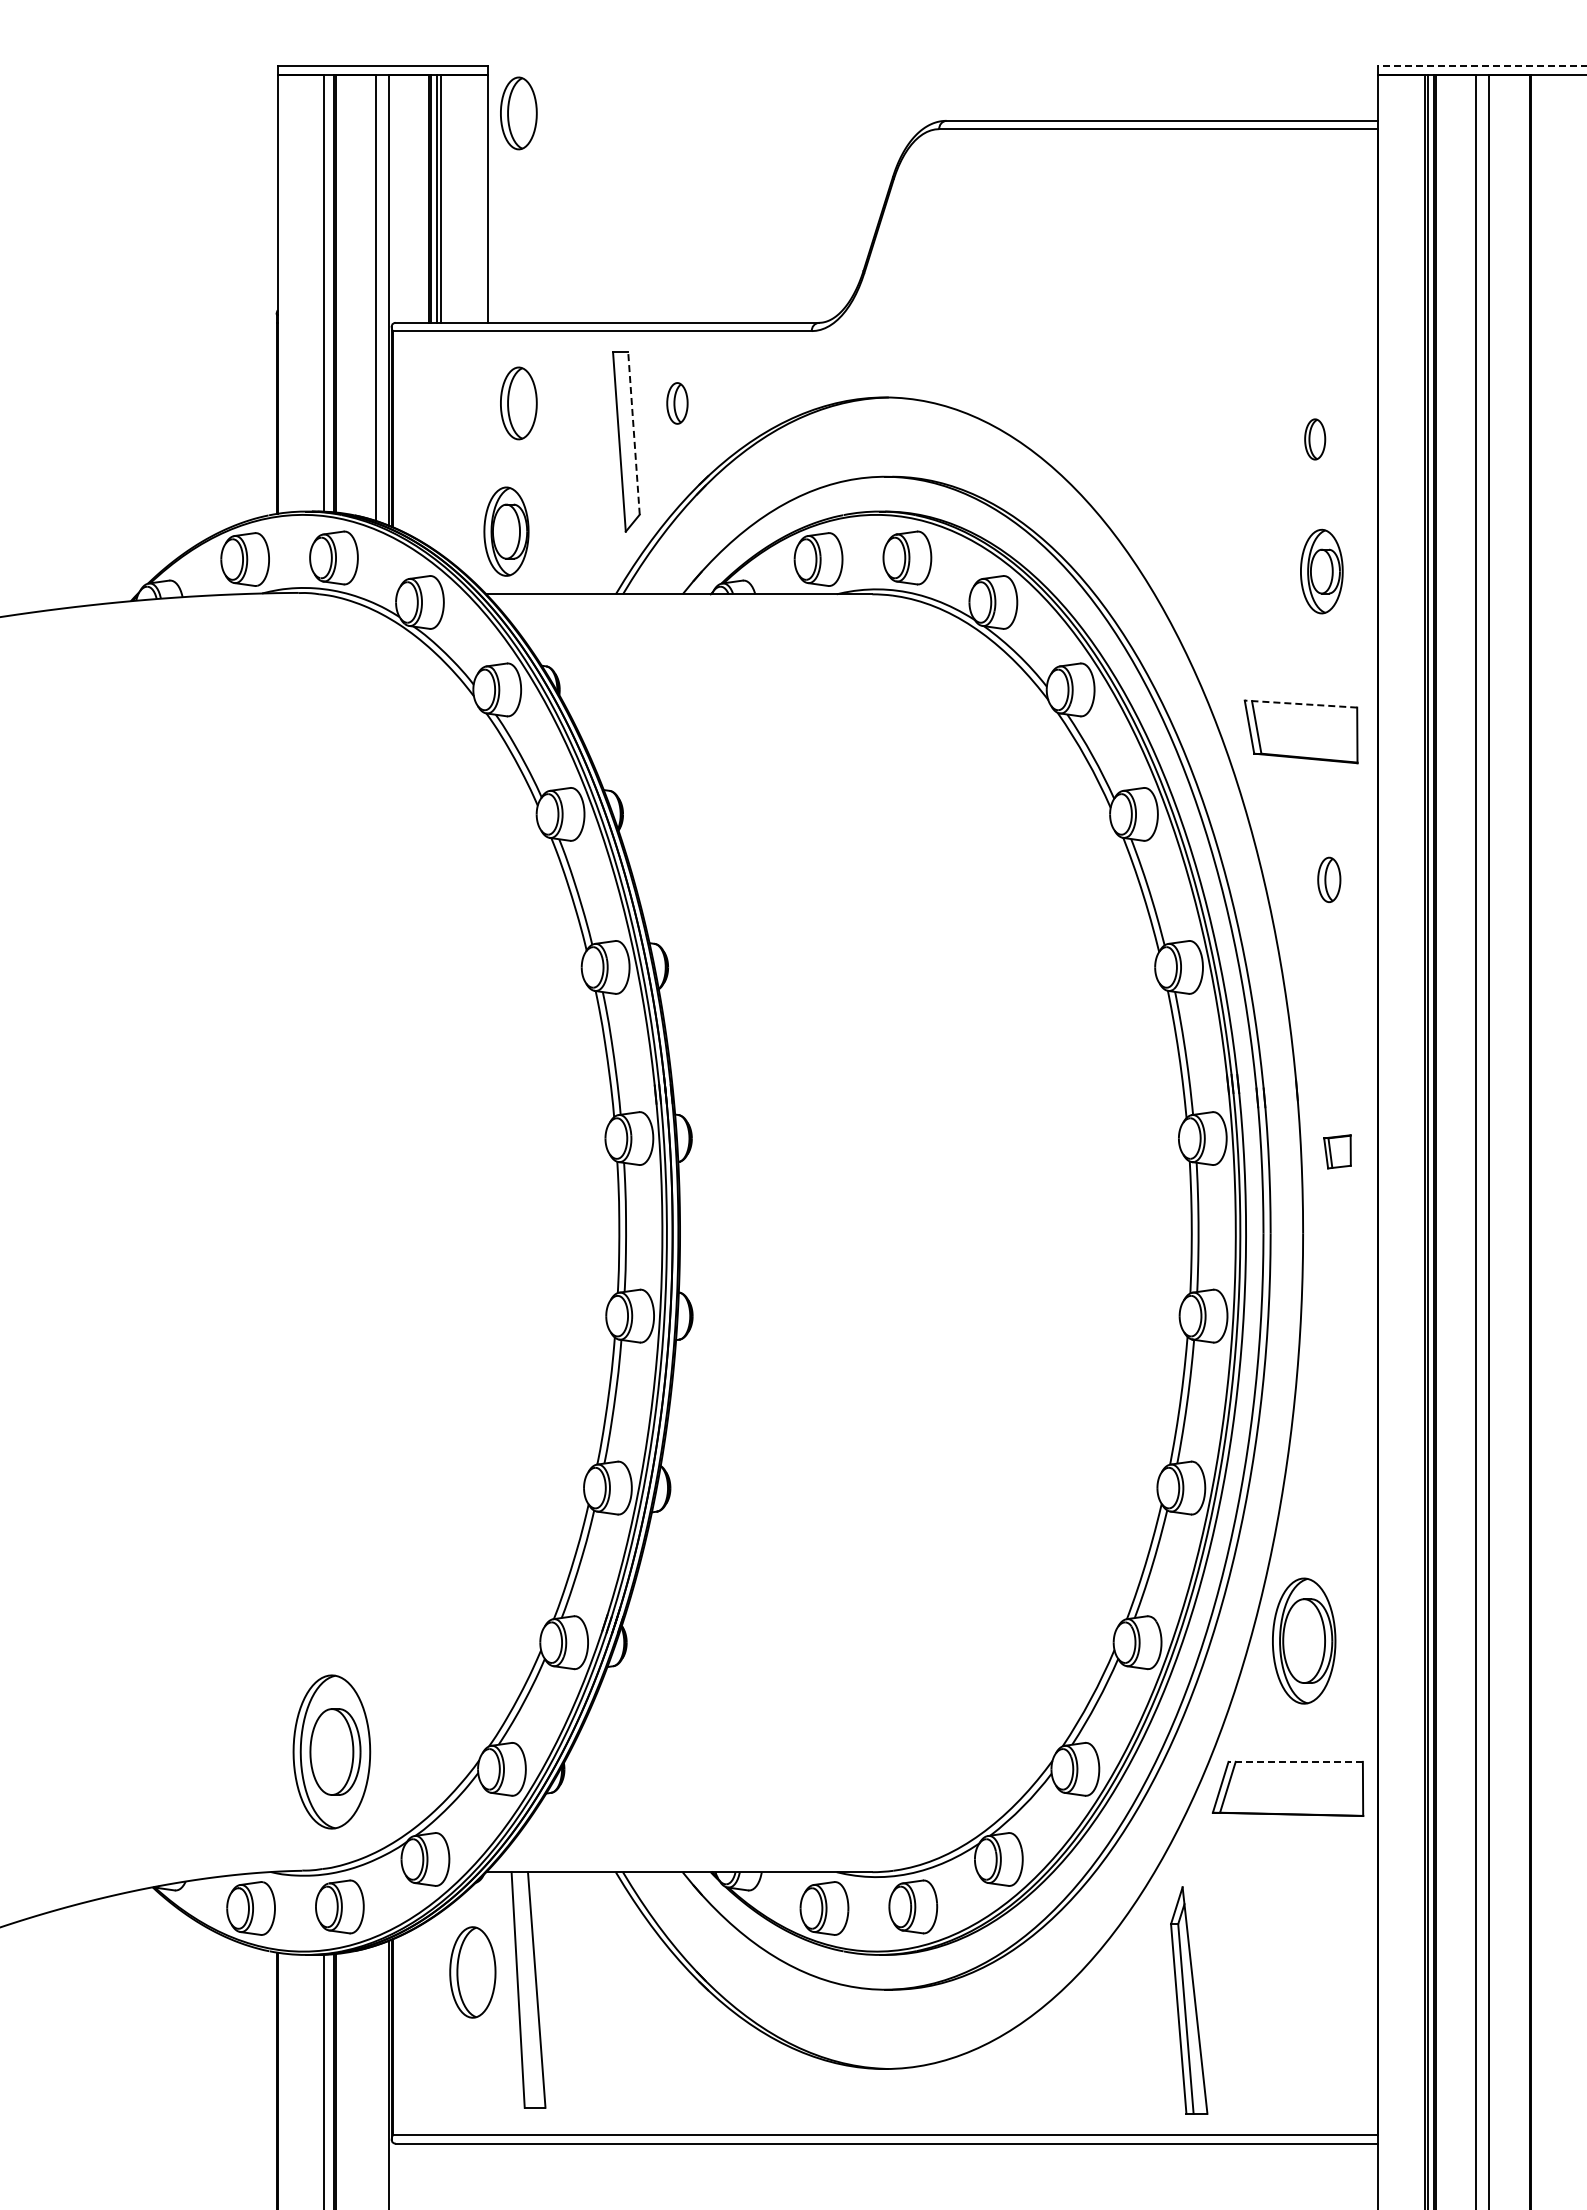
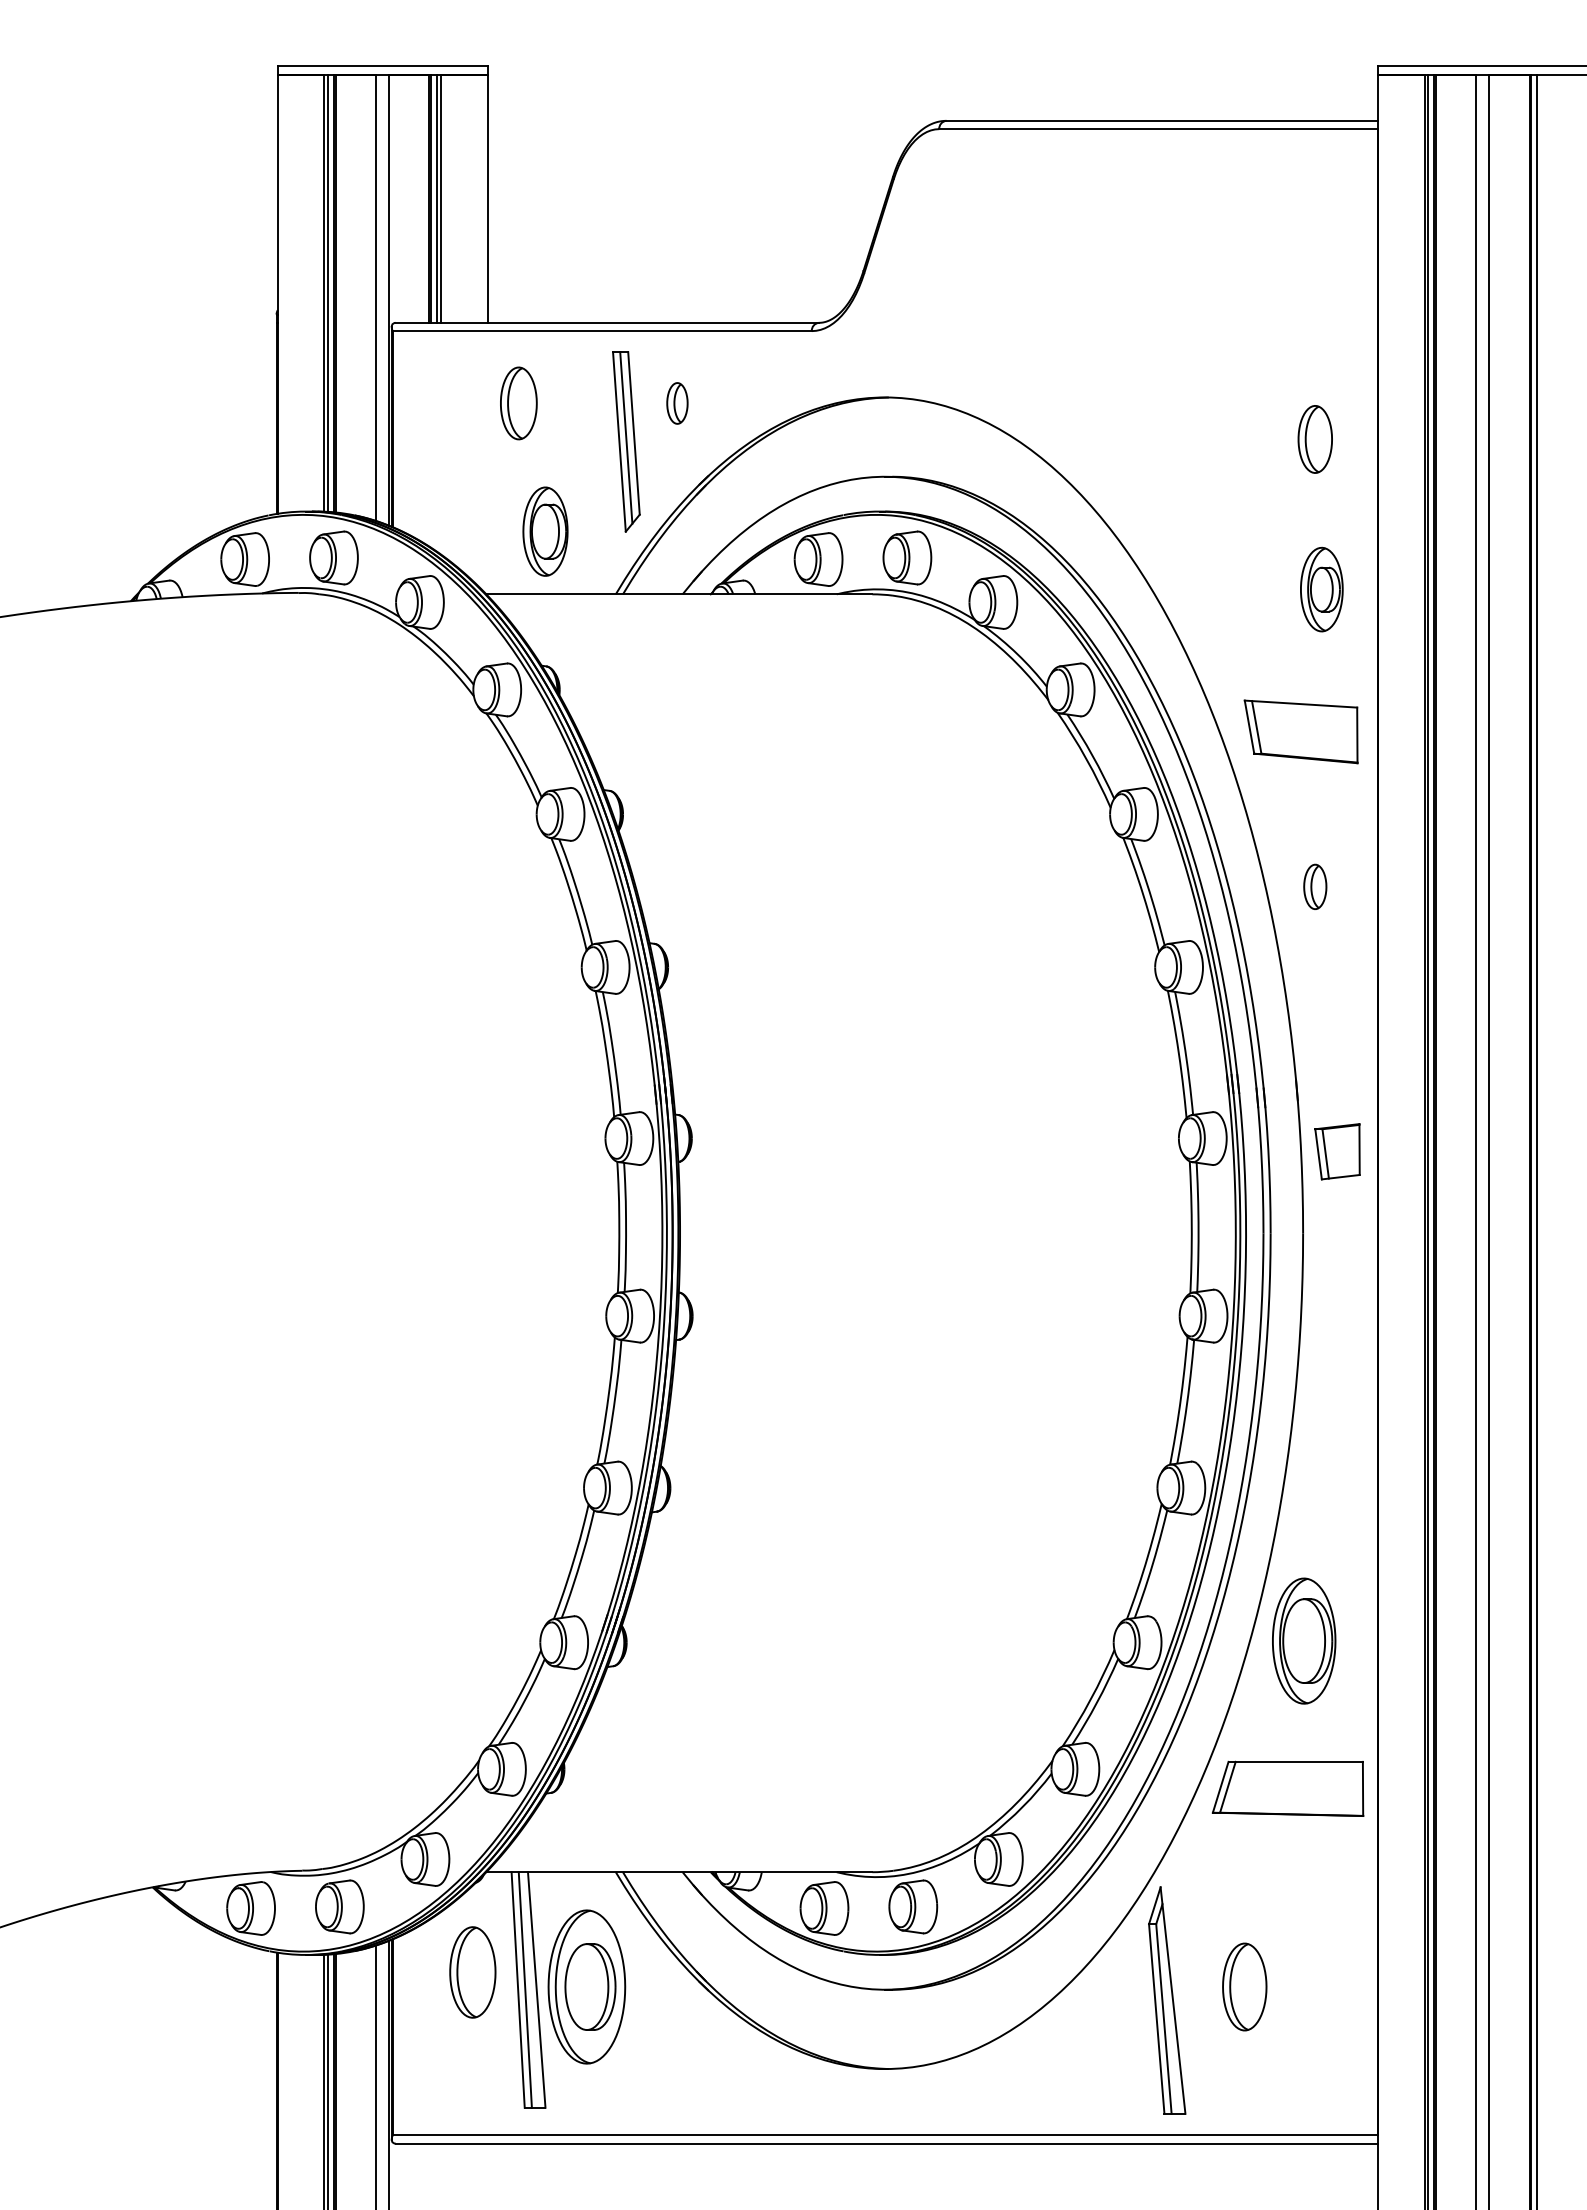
line at (1482, 66): dashed -> solid
part at (518, 113): present -> none
line at (328, 292): none -> present
line at (633, 432): dashed -> solid
line at (626, 437): none -> present
part at (1315, 439) size: 23x43 px -> 36x69 px
part at (506, 531) position: (506, 531) -> (545, 531)
part at (1321, 571) position: (1321, 571) -> (1321, 589)
line at (1300, 704): dashed -> solid
part at (1329, 879) position: (1329, 879) -> (1315, 886)
line at (1537, 1140): none -> present
part at (1337, 1151) size: 29x36 px -> 47x58 px
part at (331, 1751) position: (331, 1751) -> (586, 1986)
line at (1295, 1761): dashed -> solid
part at (1244, 1986): none -> present
line at (524, 1989): none -> present
part at (1189, 2000) position: (1189, 2000) -> (1167, 2000)
line at (376, 2075): none -> present
line at (328, 2080): none -> present
